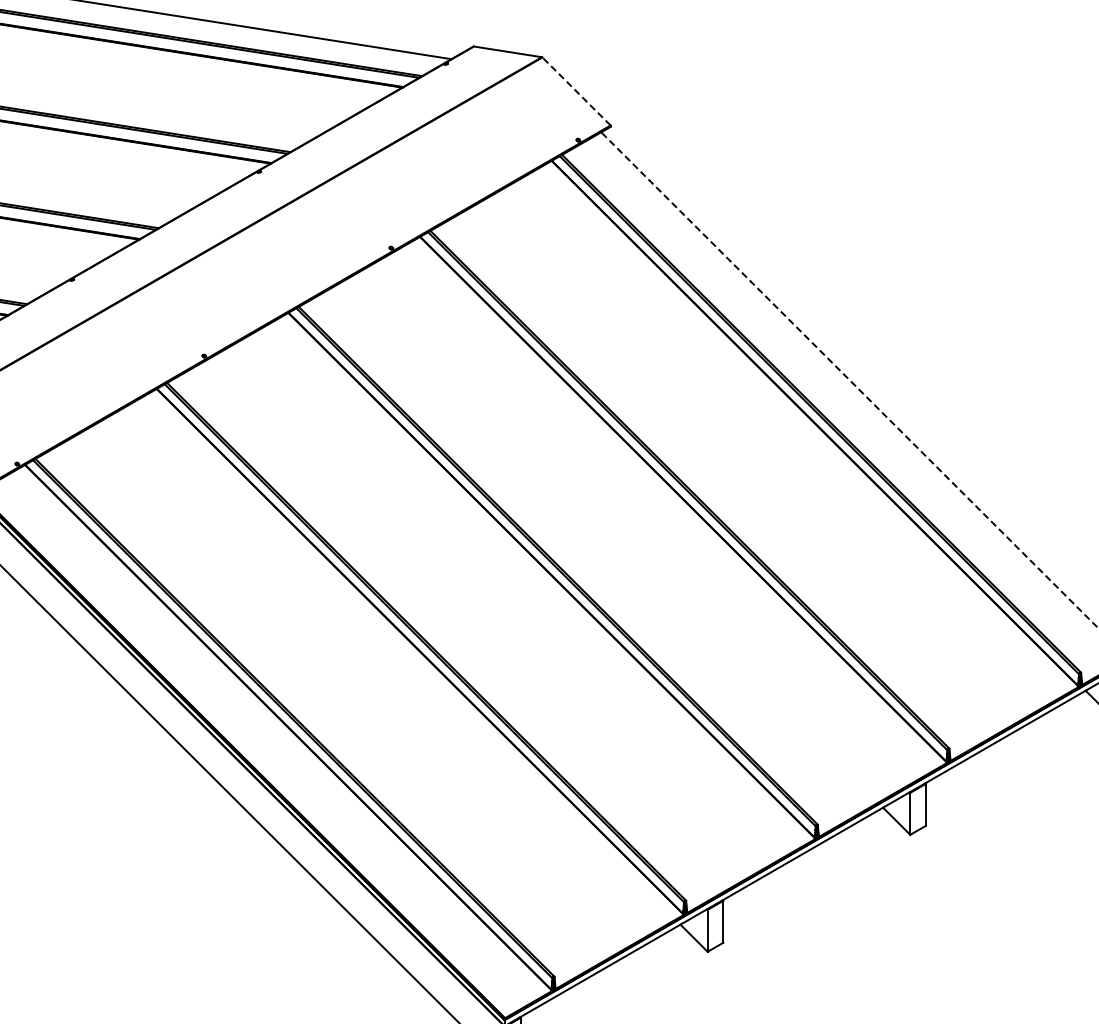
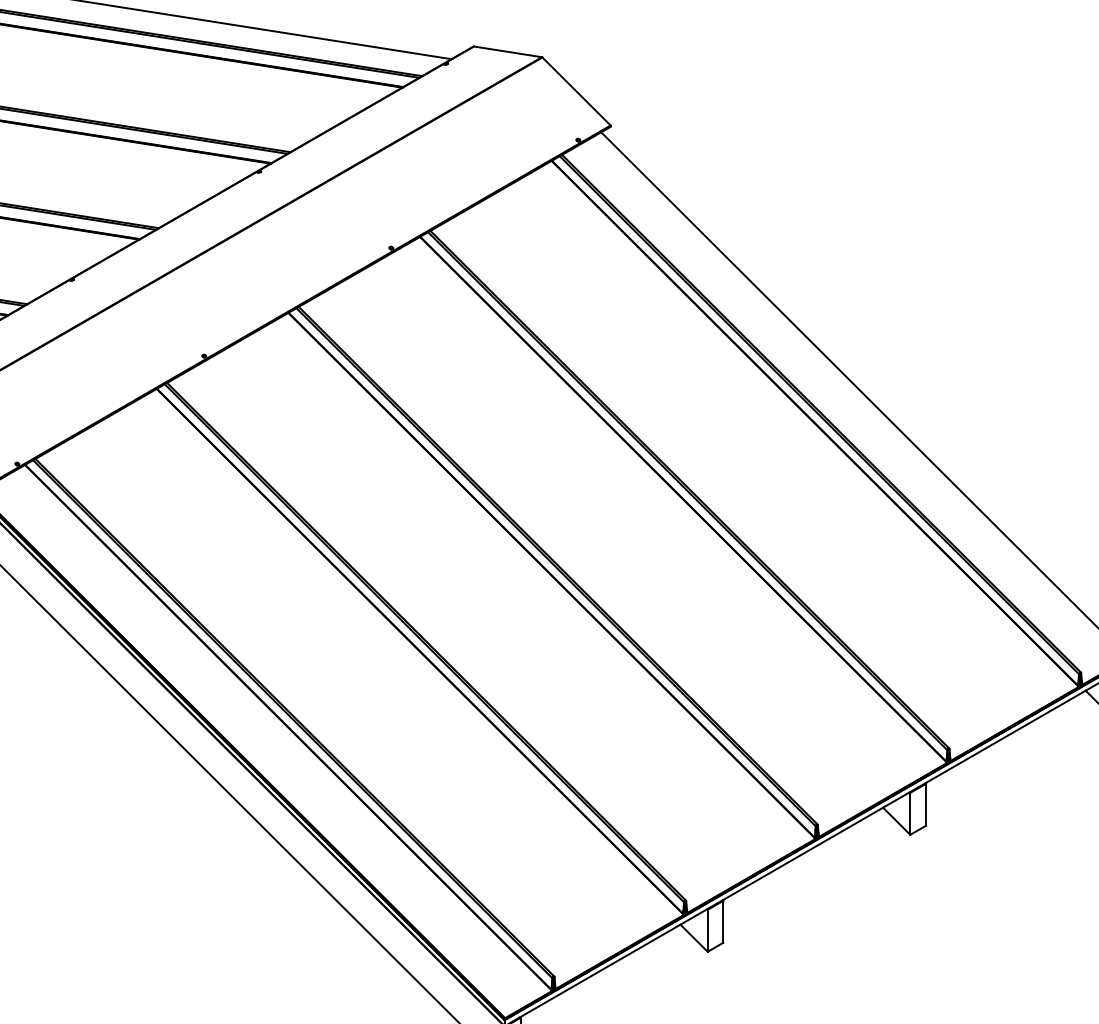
line at (576, 91): dashed -> solid
line at (849, 380): dashed -> solid
